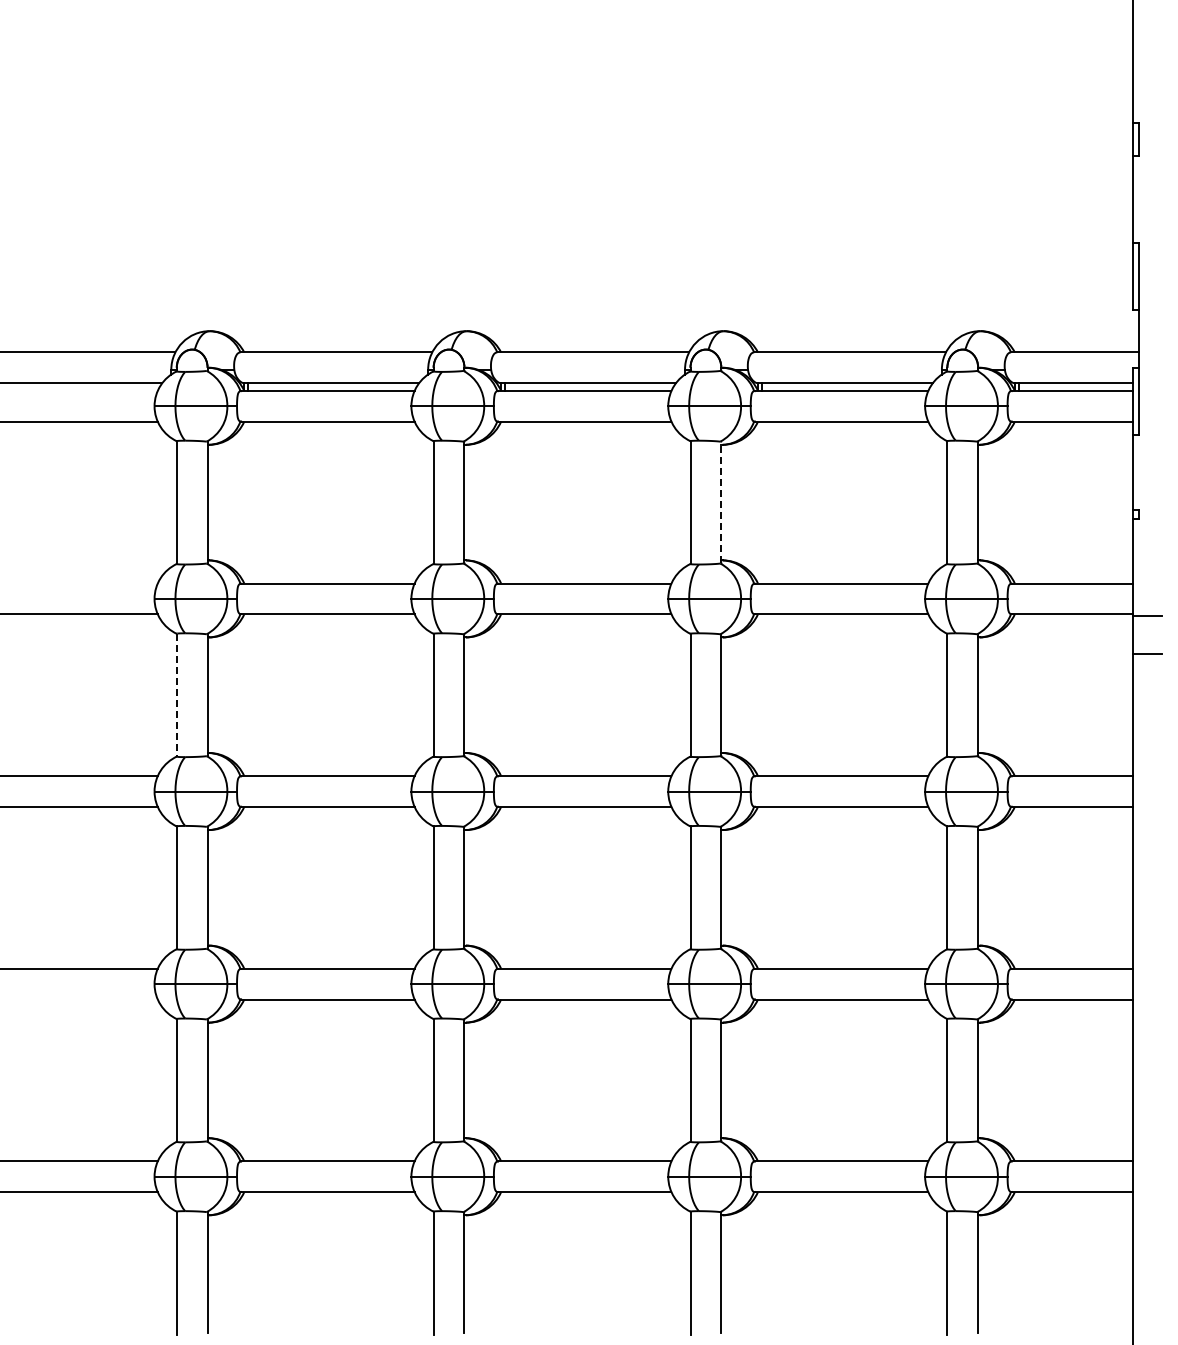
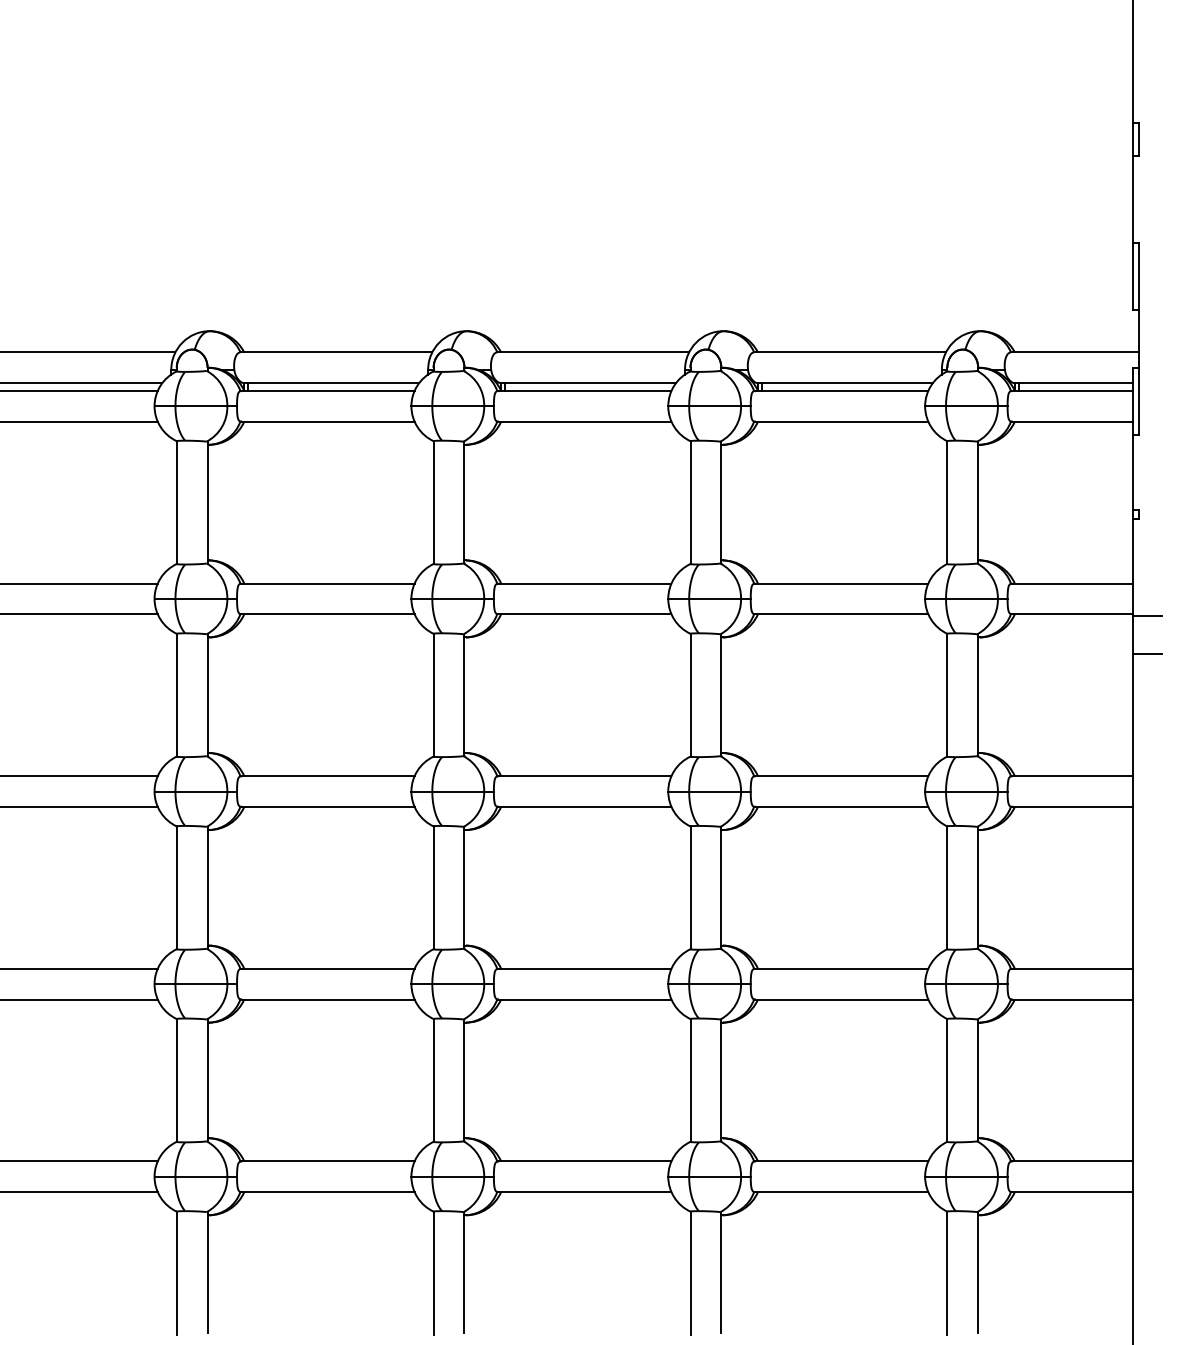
line at (79, 390): none -> present
line at (721, 502): dashed -> solid
line at (79, 583): none -> present
line at (176, 695): dashed -> solid
line at (79, 999): none -> present
